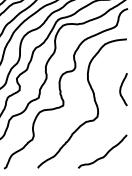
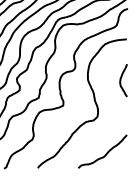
curve at (121, 89) position: (121, 89) -> (121, 80)
